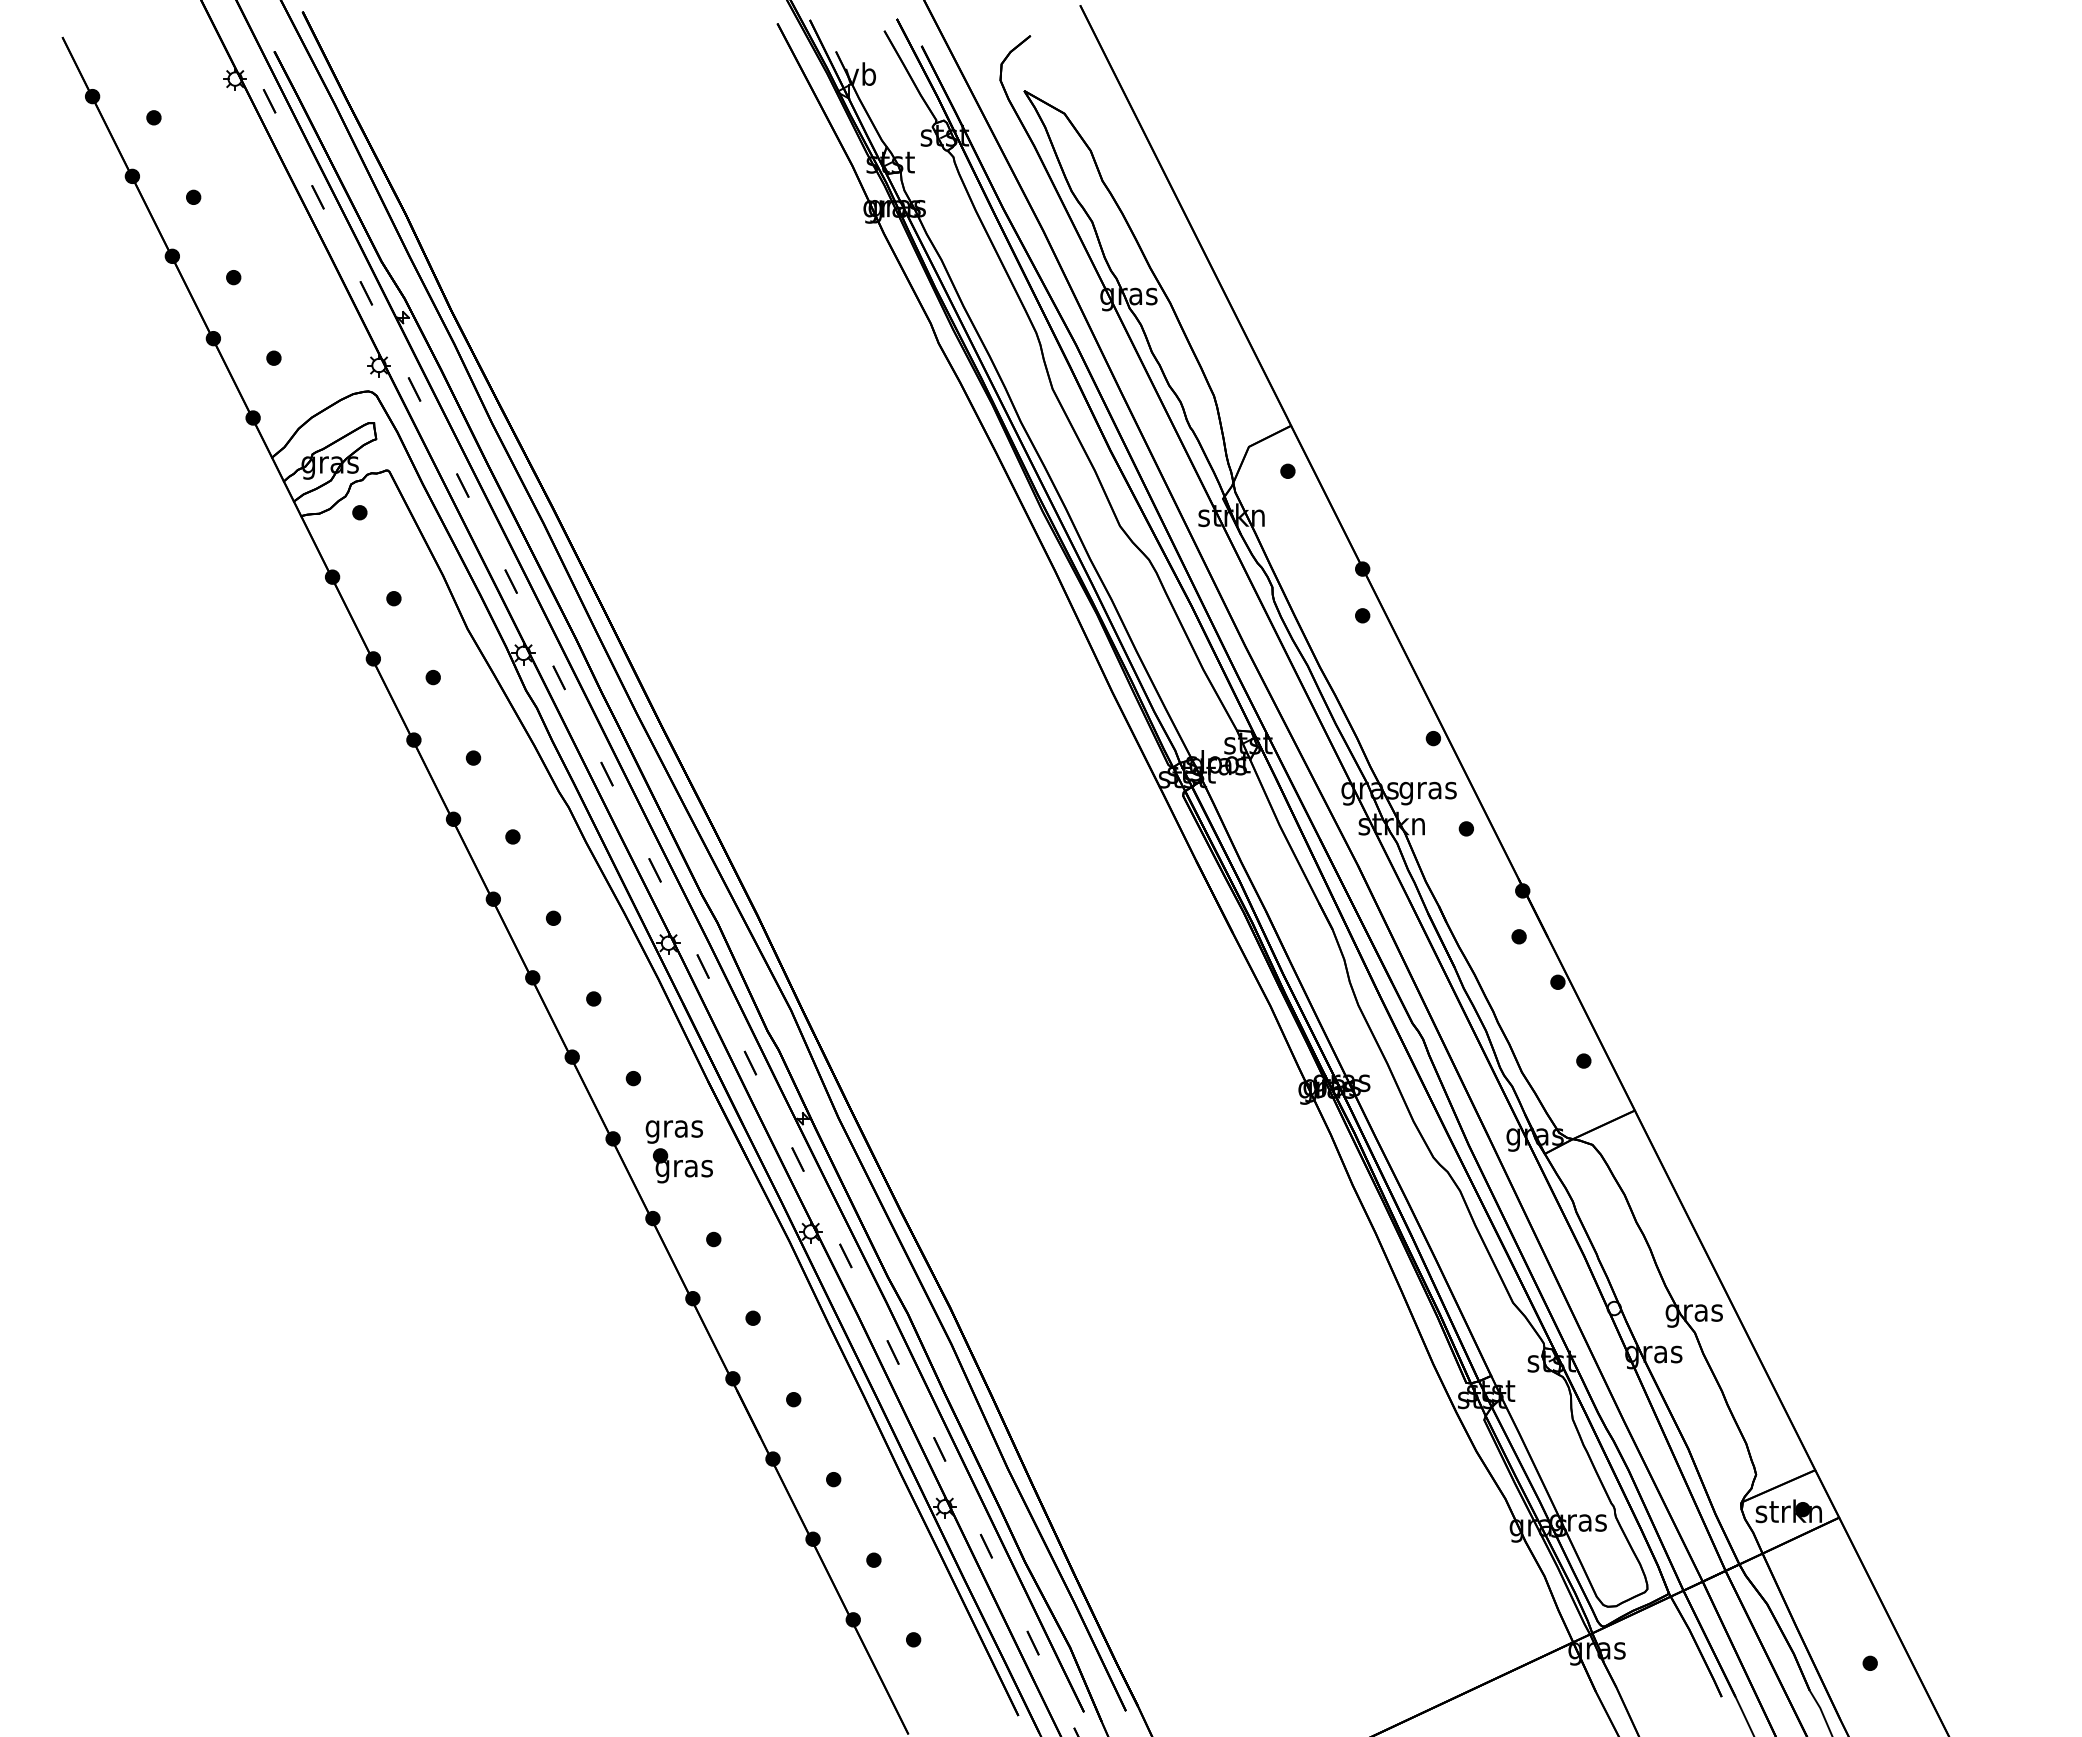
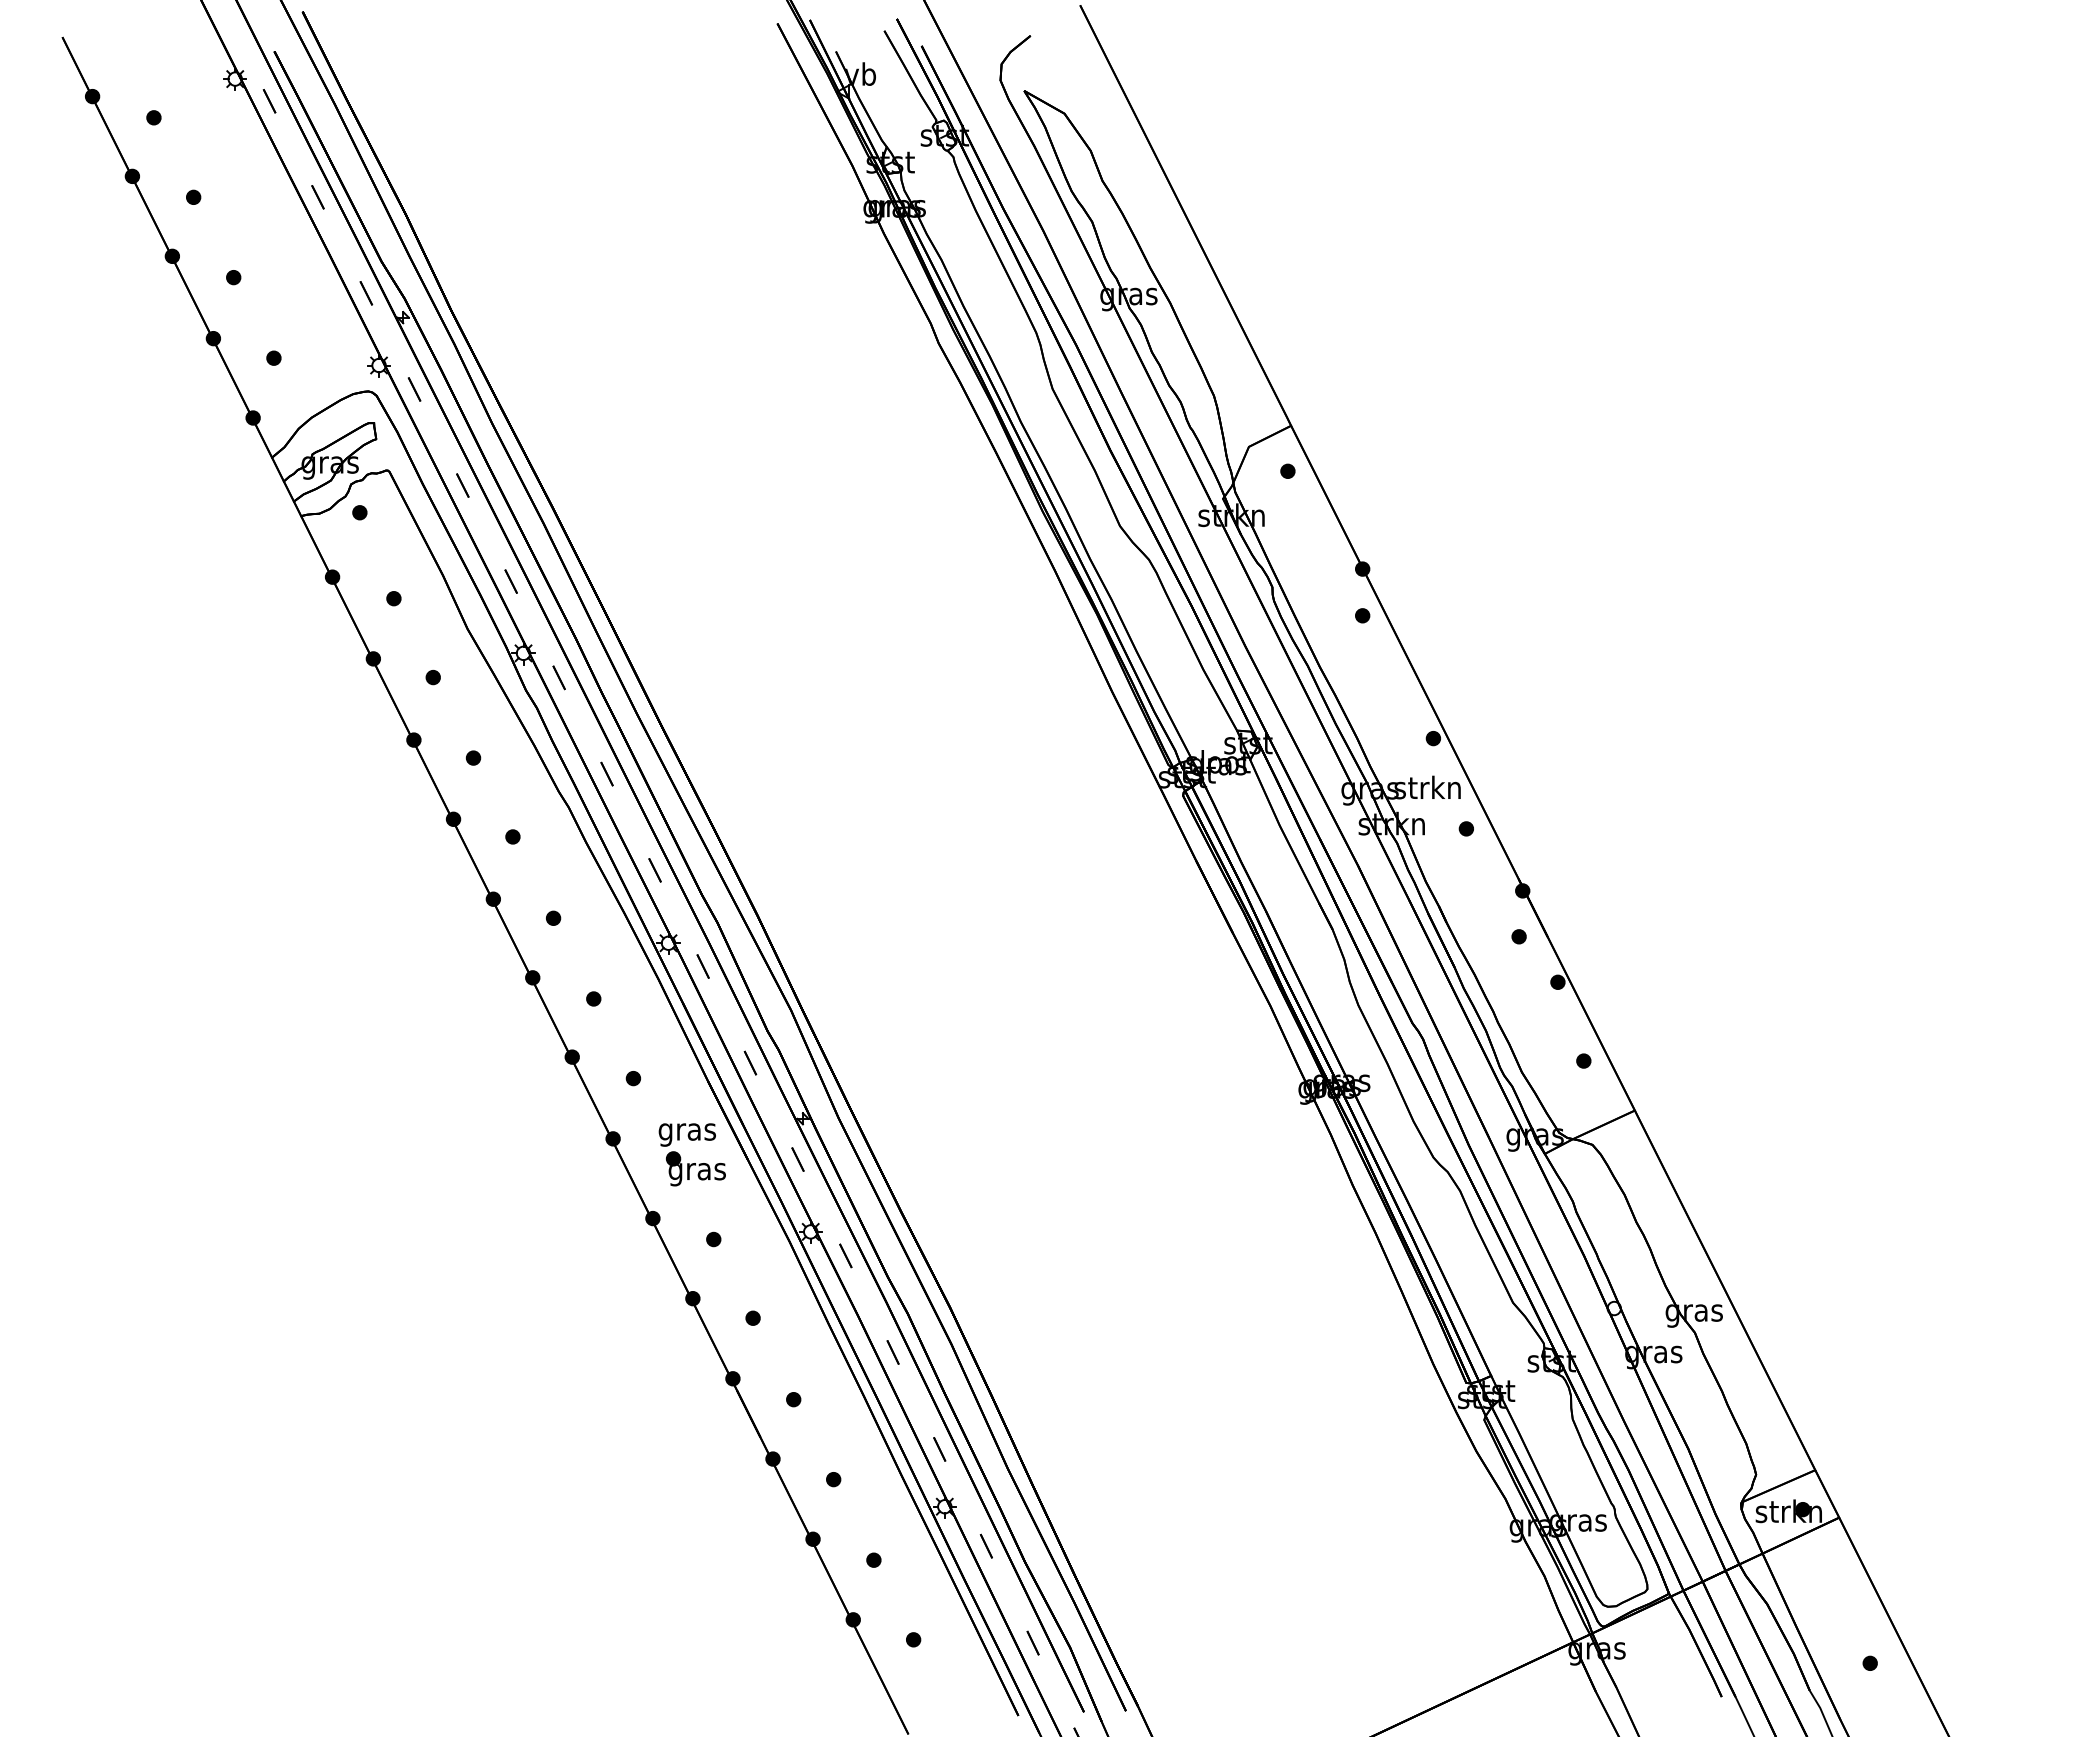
text at (1427, 790): gras -> strkn
part at (678, 1160) position: (678, 1160) -> (691, 1163)
